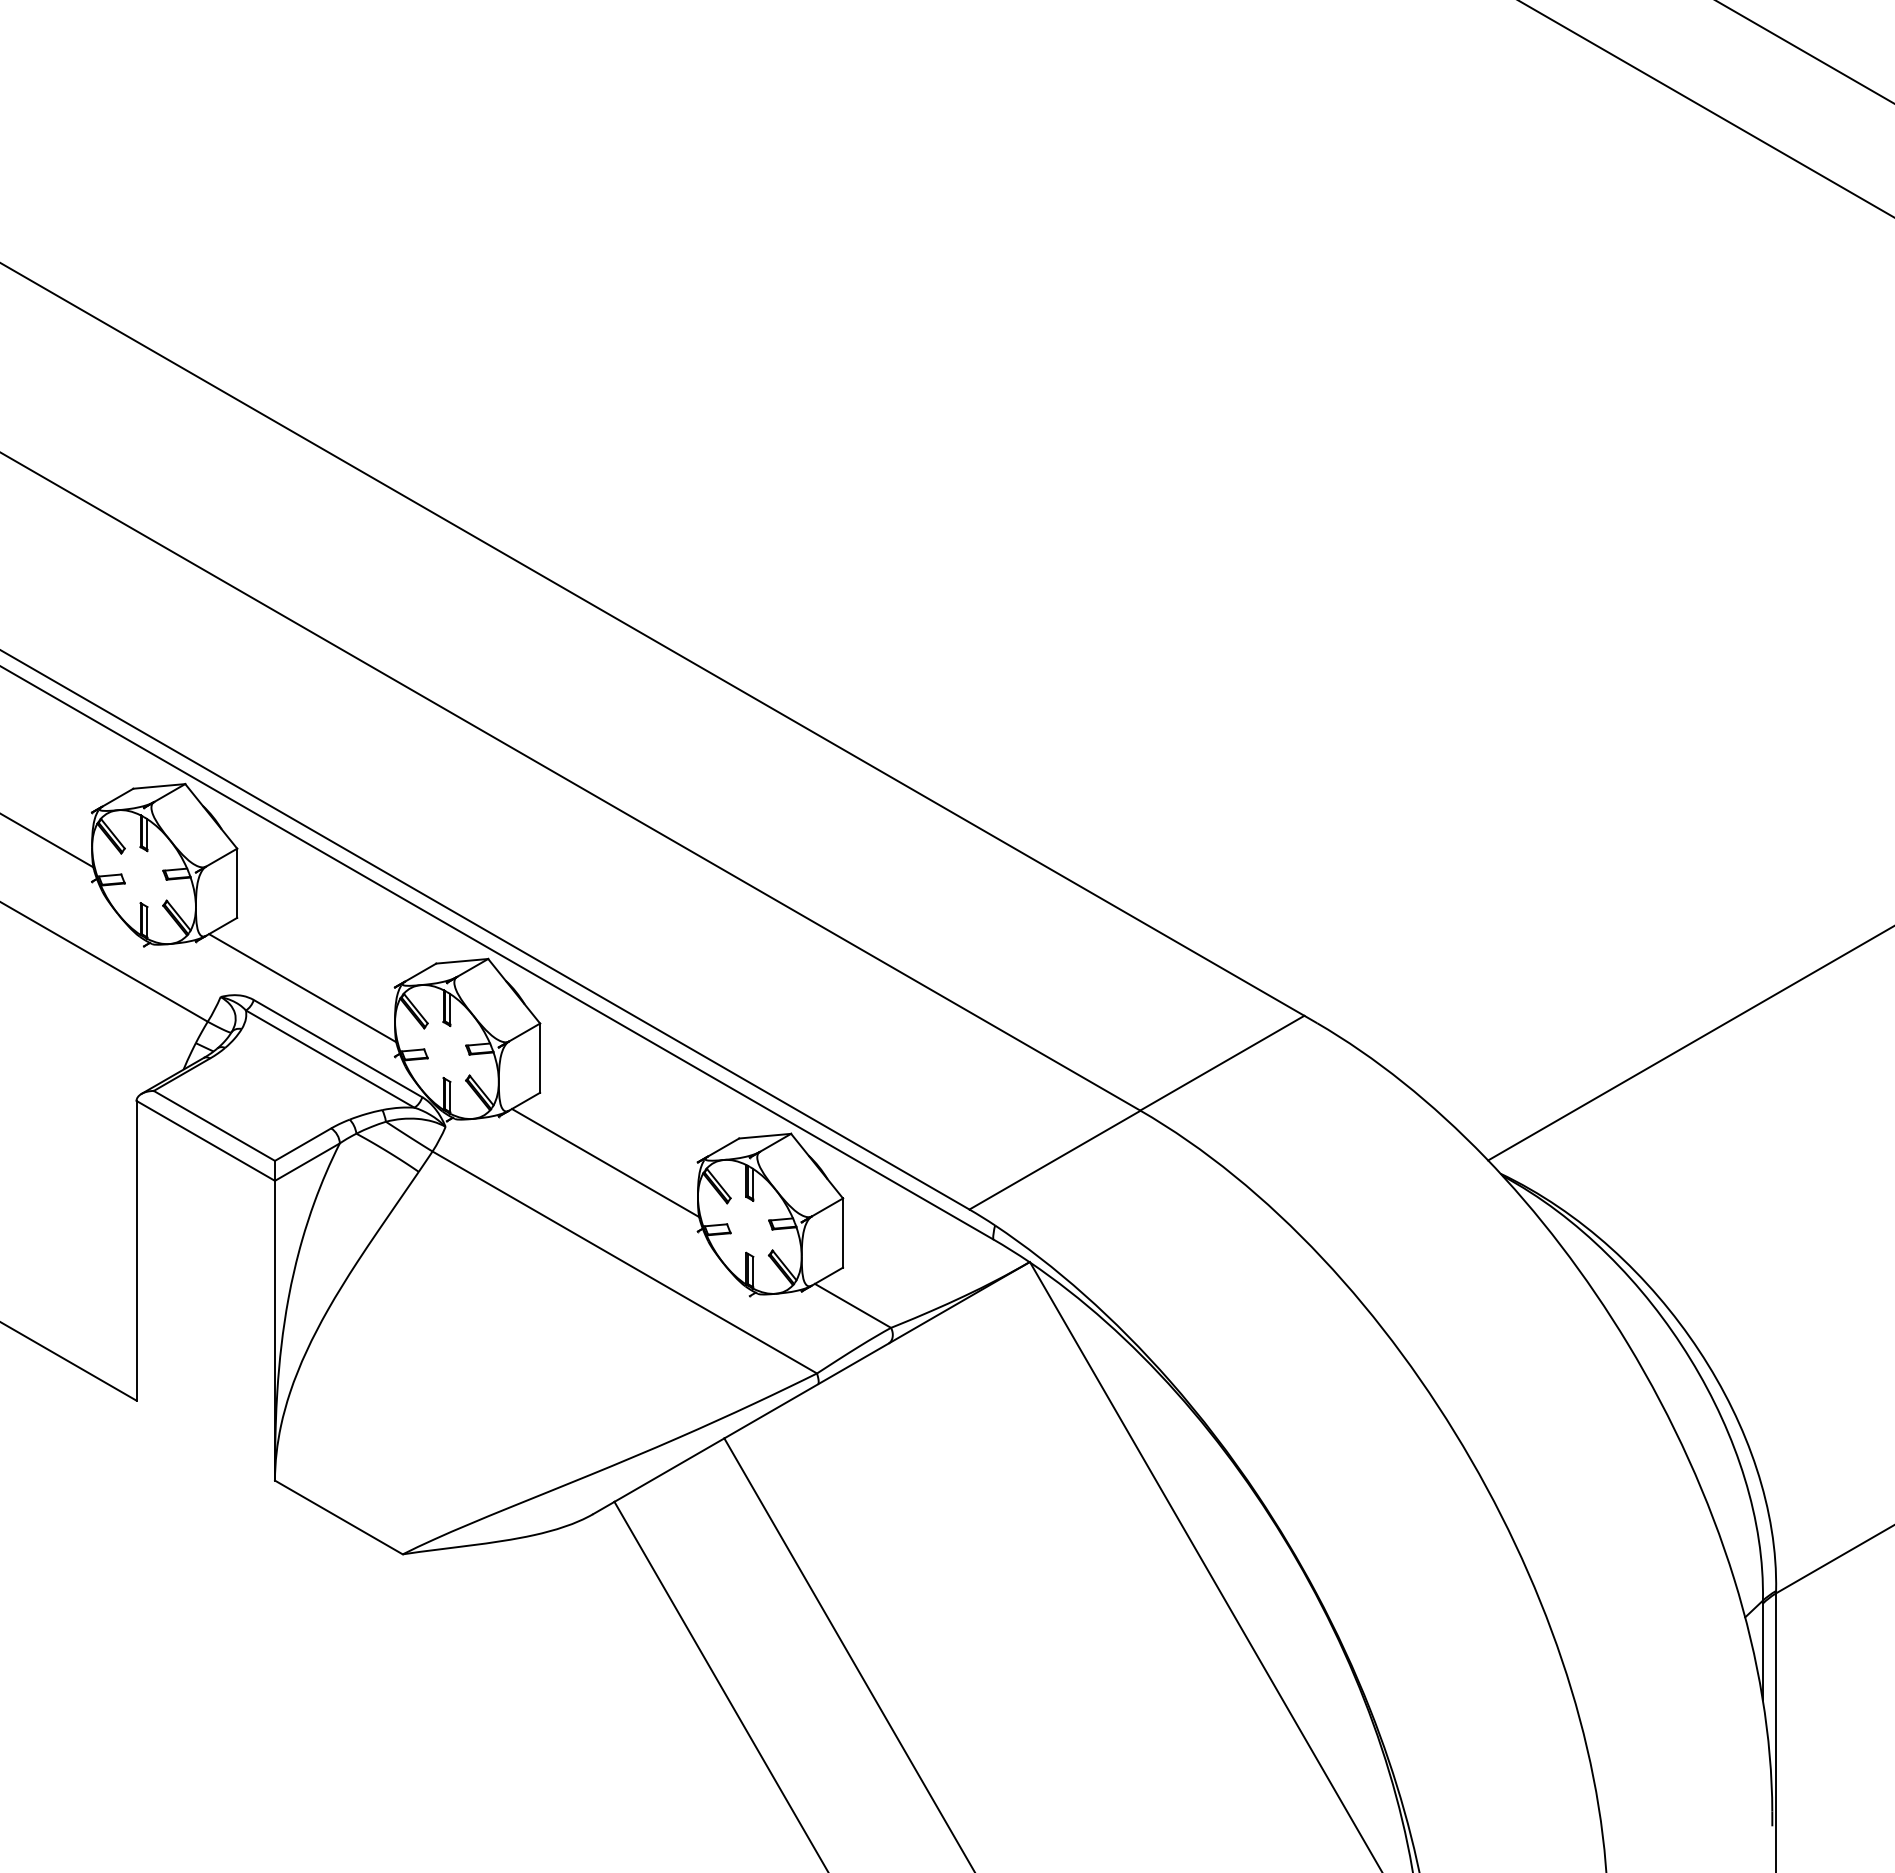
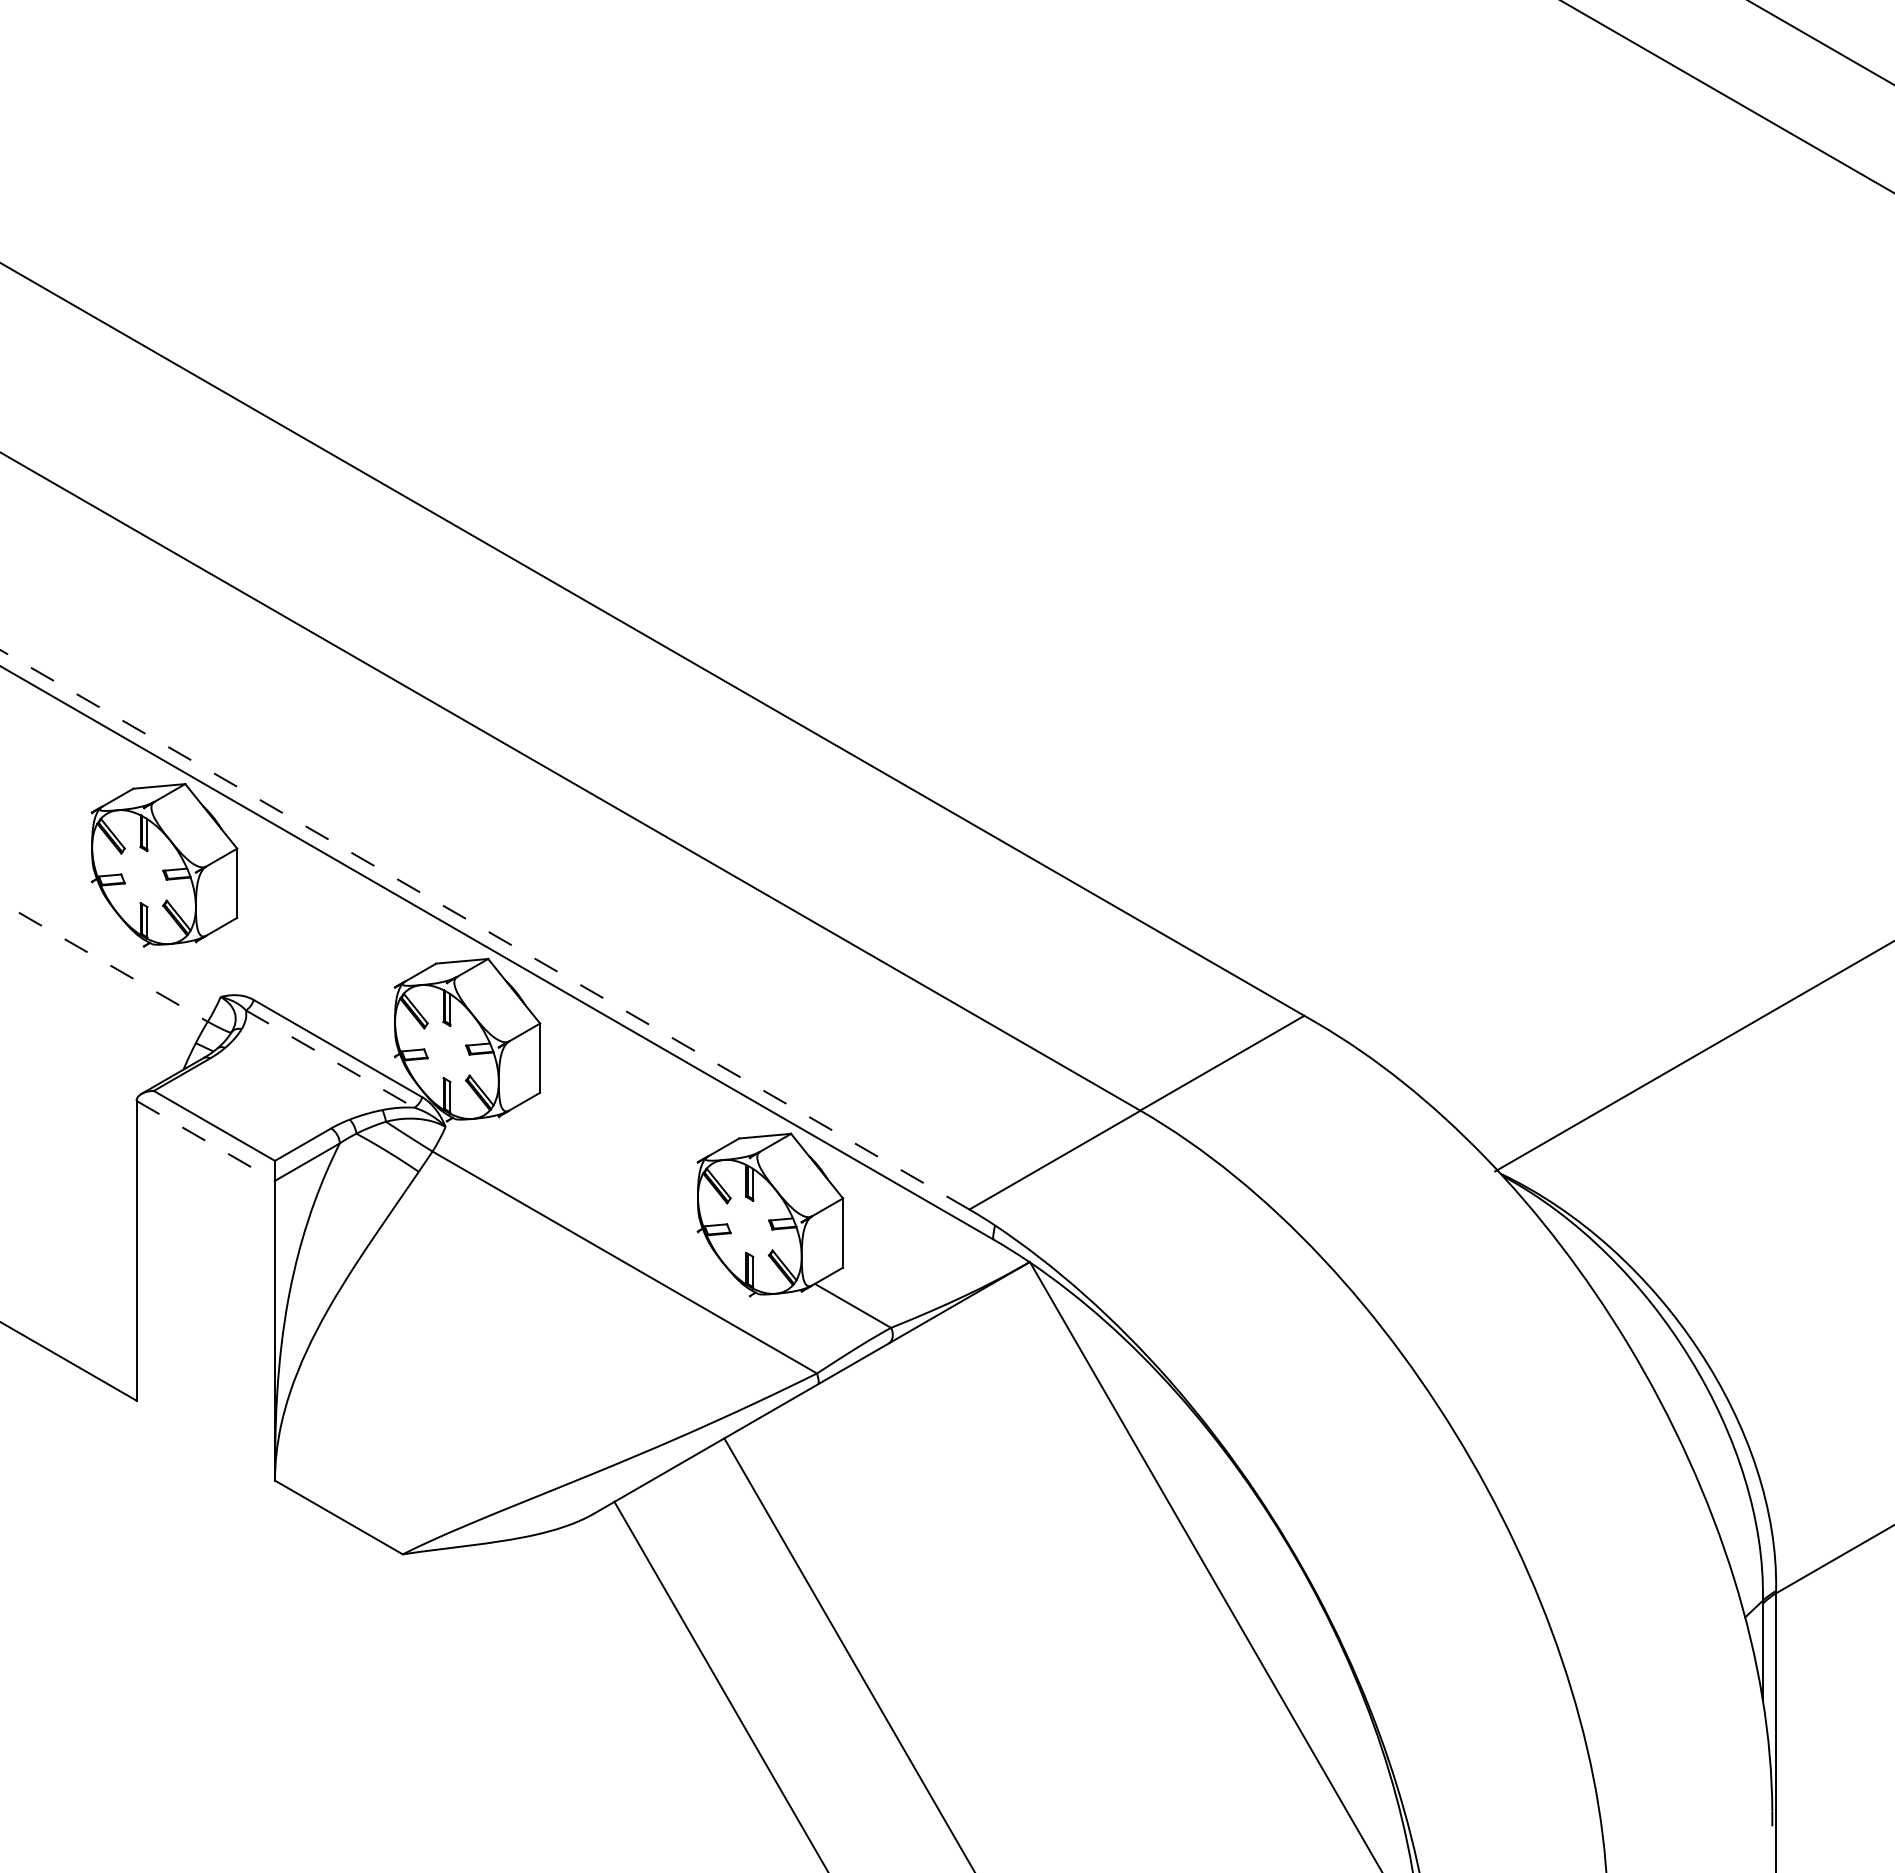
line at (1804, 52) position: (1804, 52) -> (1820, 42)
line at (1706, 108) position: (1706, 108) -> (1727, 96)
line at (47, 840): present -> none
line at (484, 929): solid -> dashed
line at (103, 961): solid -> dashed
line at (302, 988): present -> none
line at (1689, 1043) position: (1689, 1043) -> (1693, 1056)
line at (330, 1059): solid -> dashed
line at (205, 1140): solid -> dashed
line at (605, 1163): present -> none
